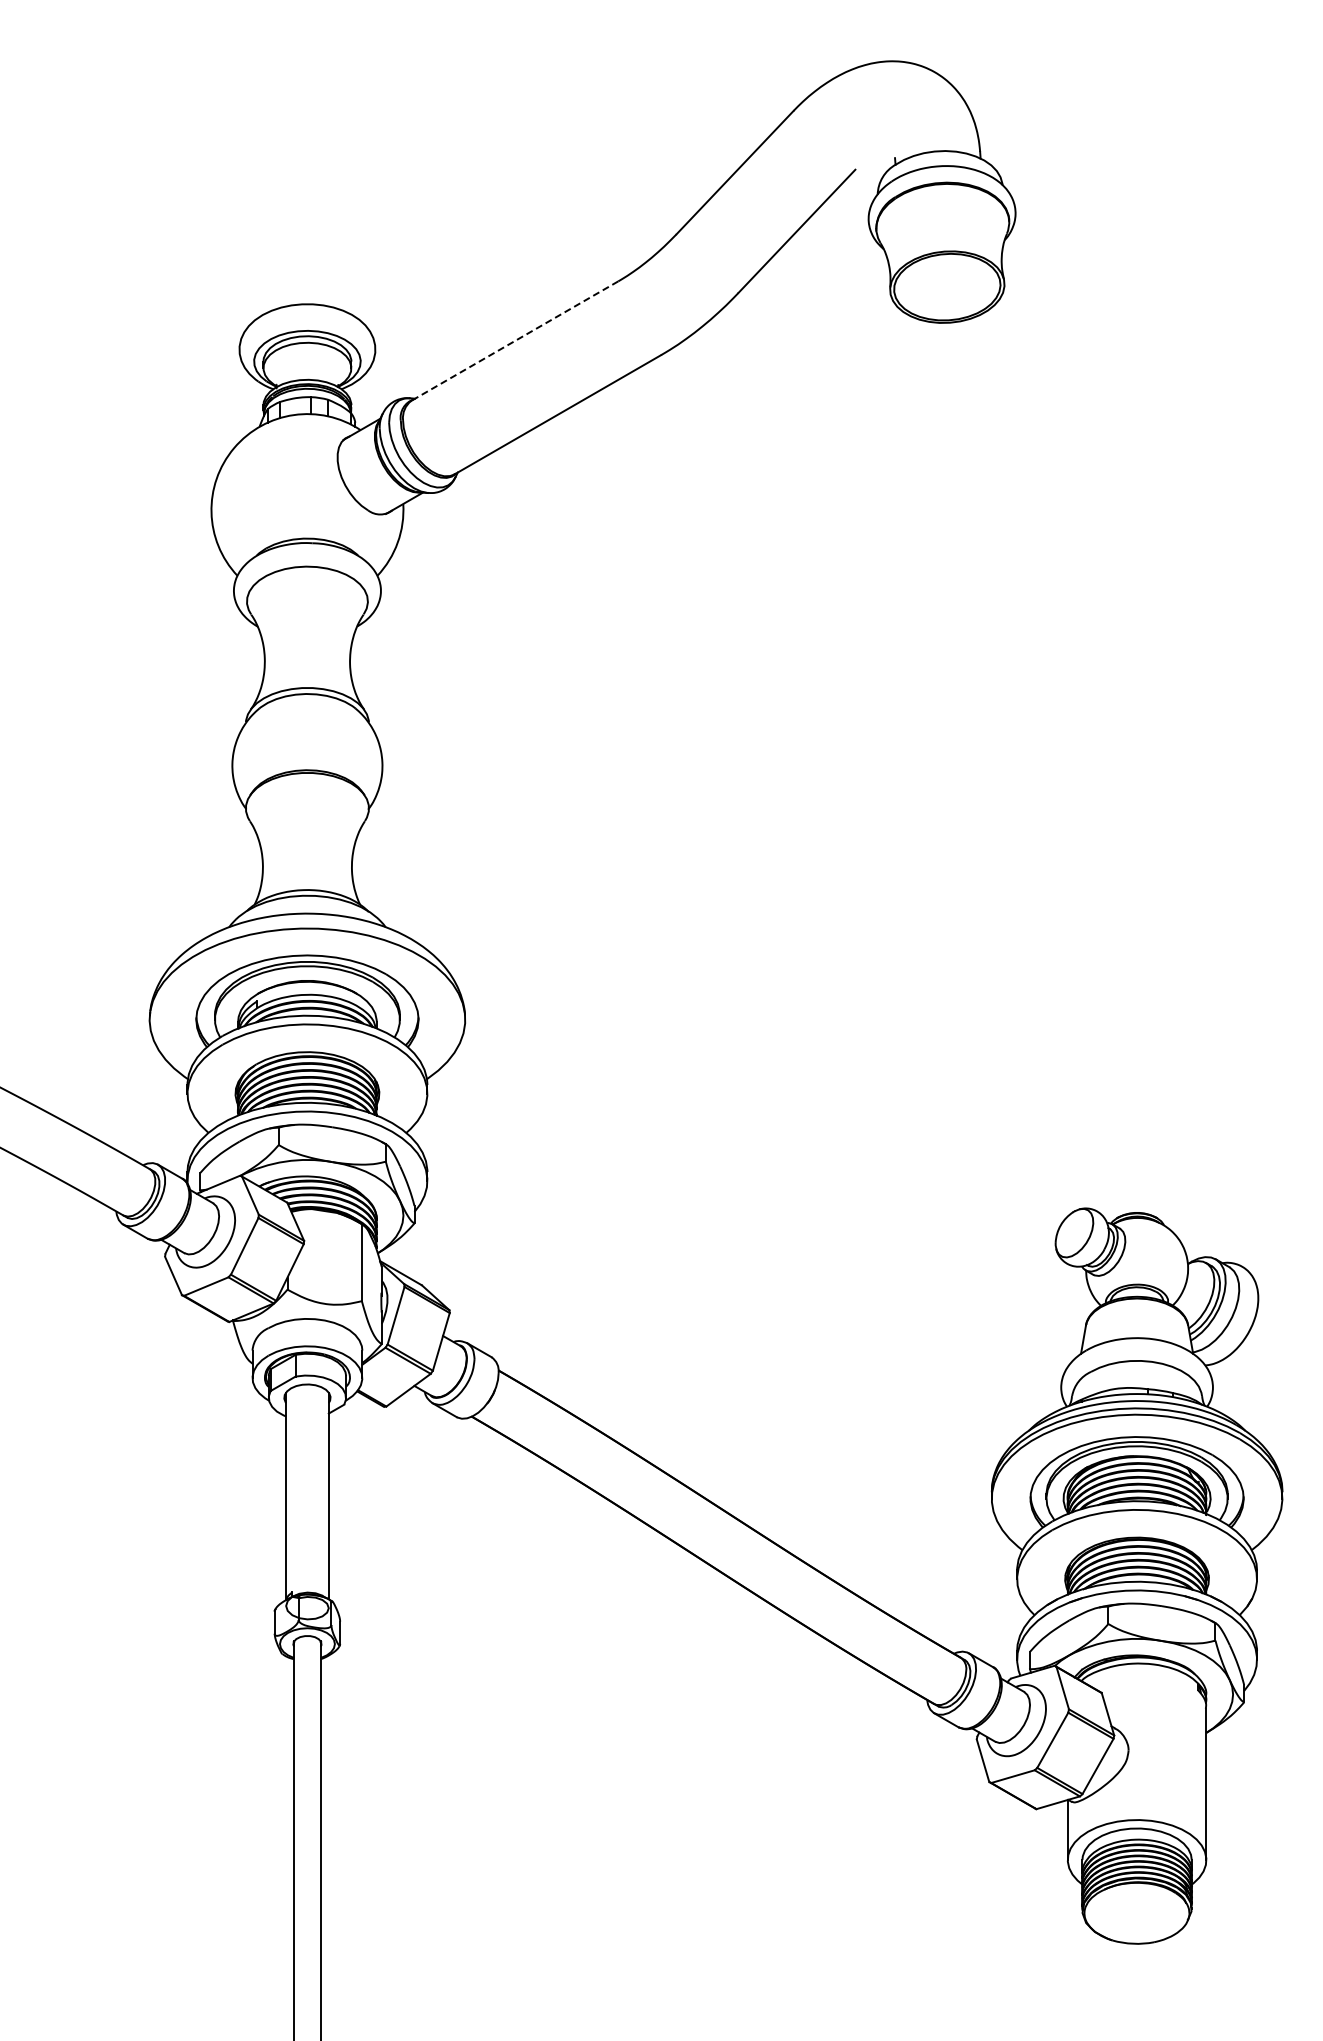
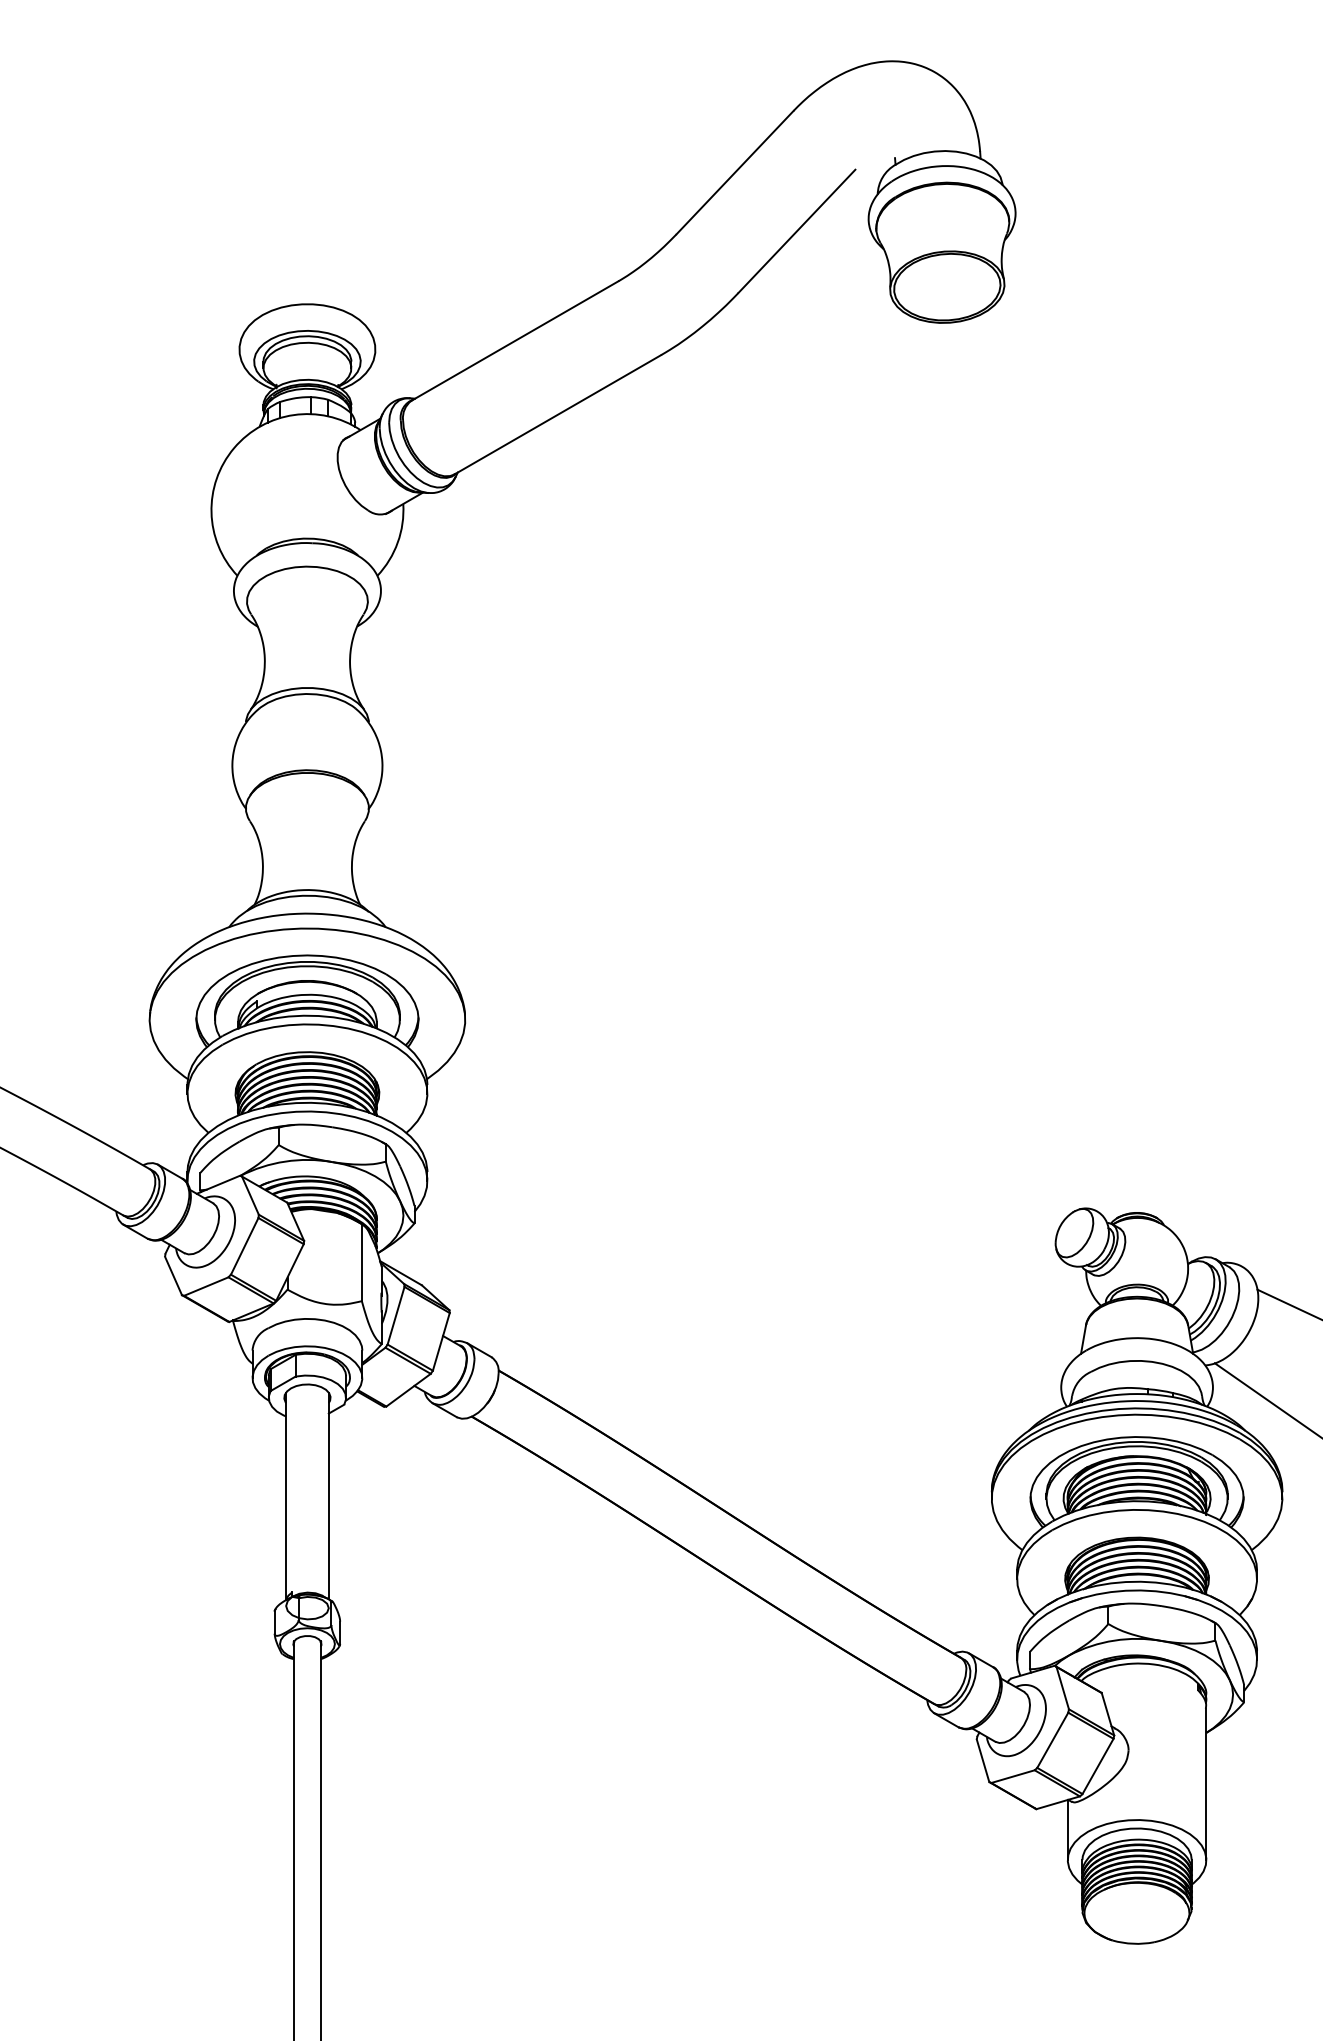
line at (514, 341): dashed -> solid
line at (1288, 1303): none -> present
line at (1266, 1399): none -> present
